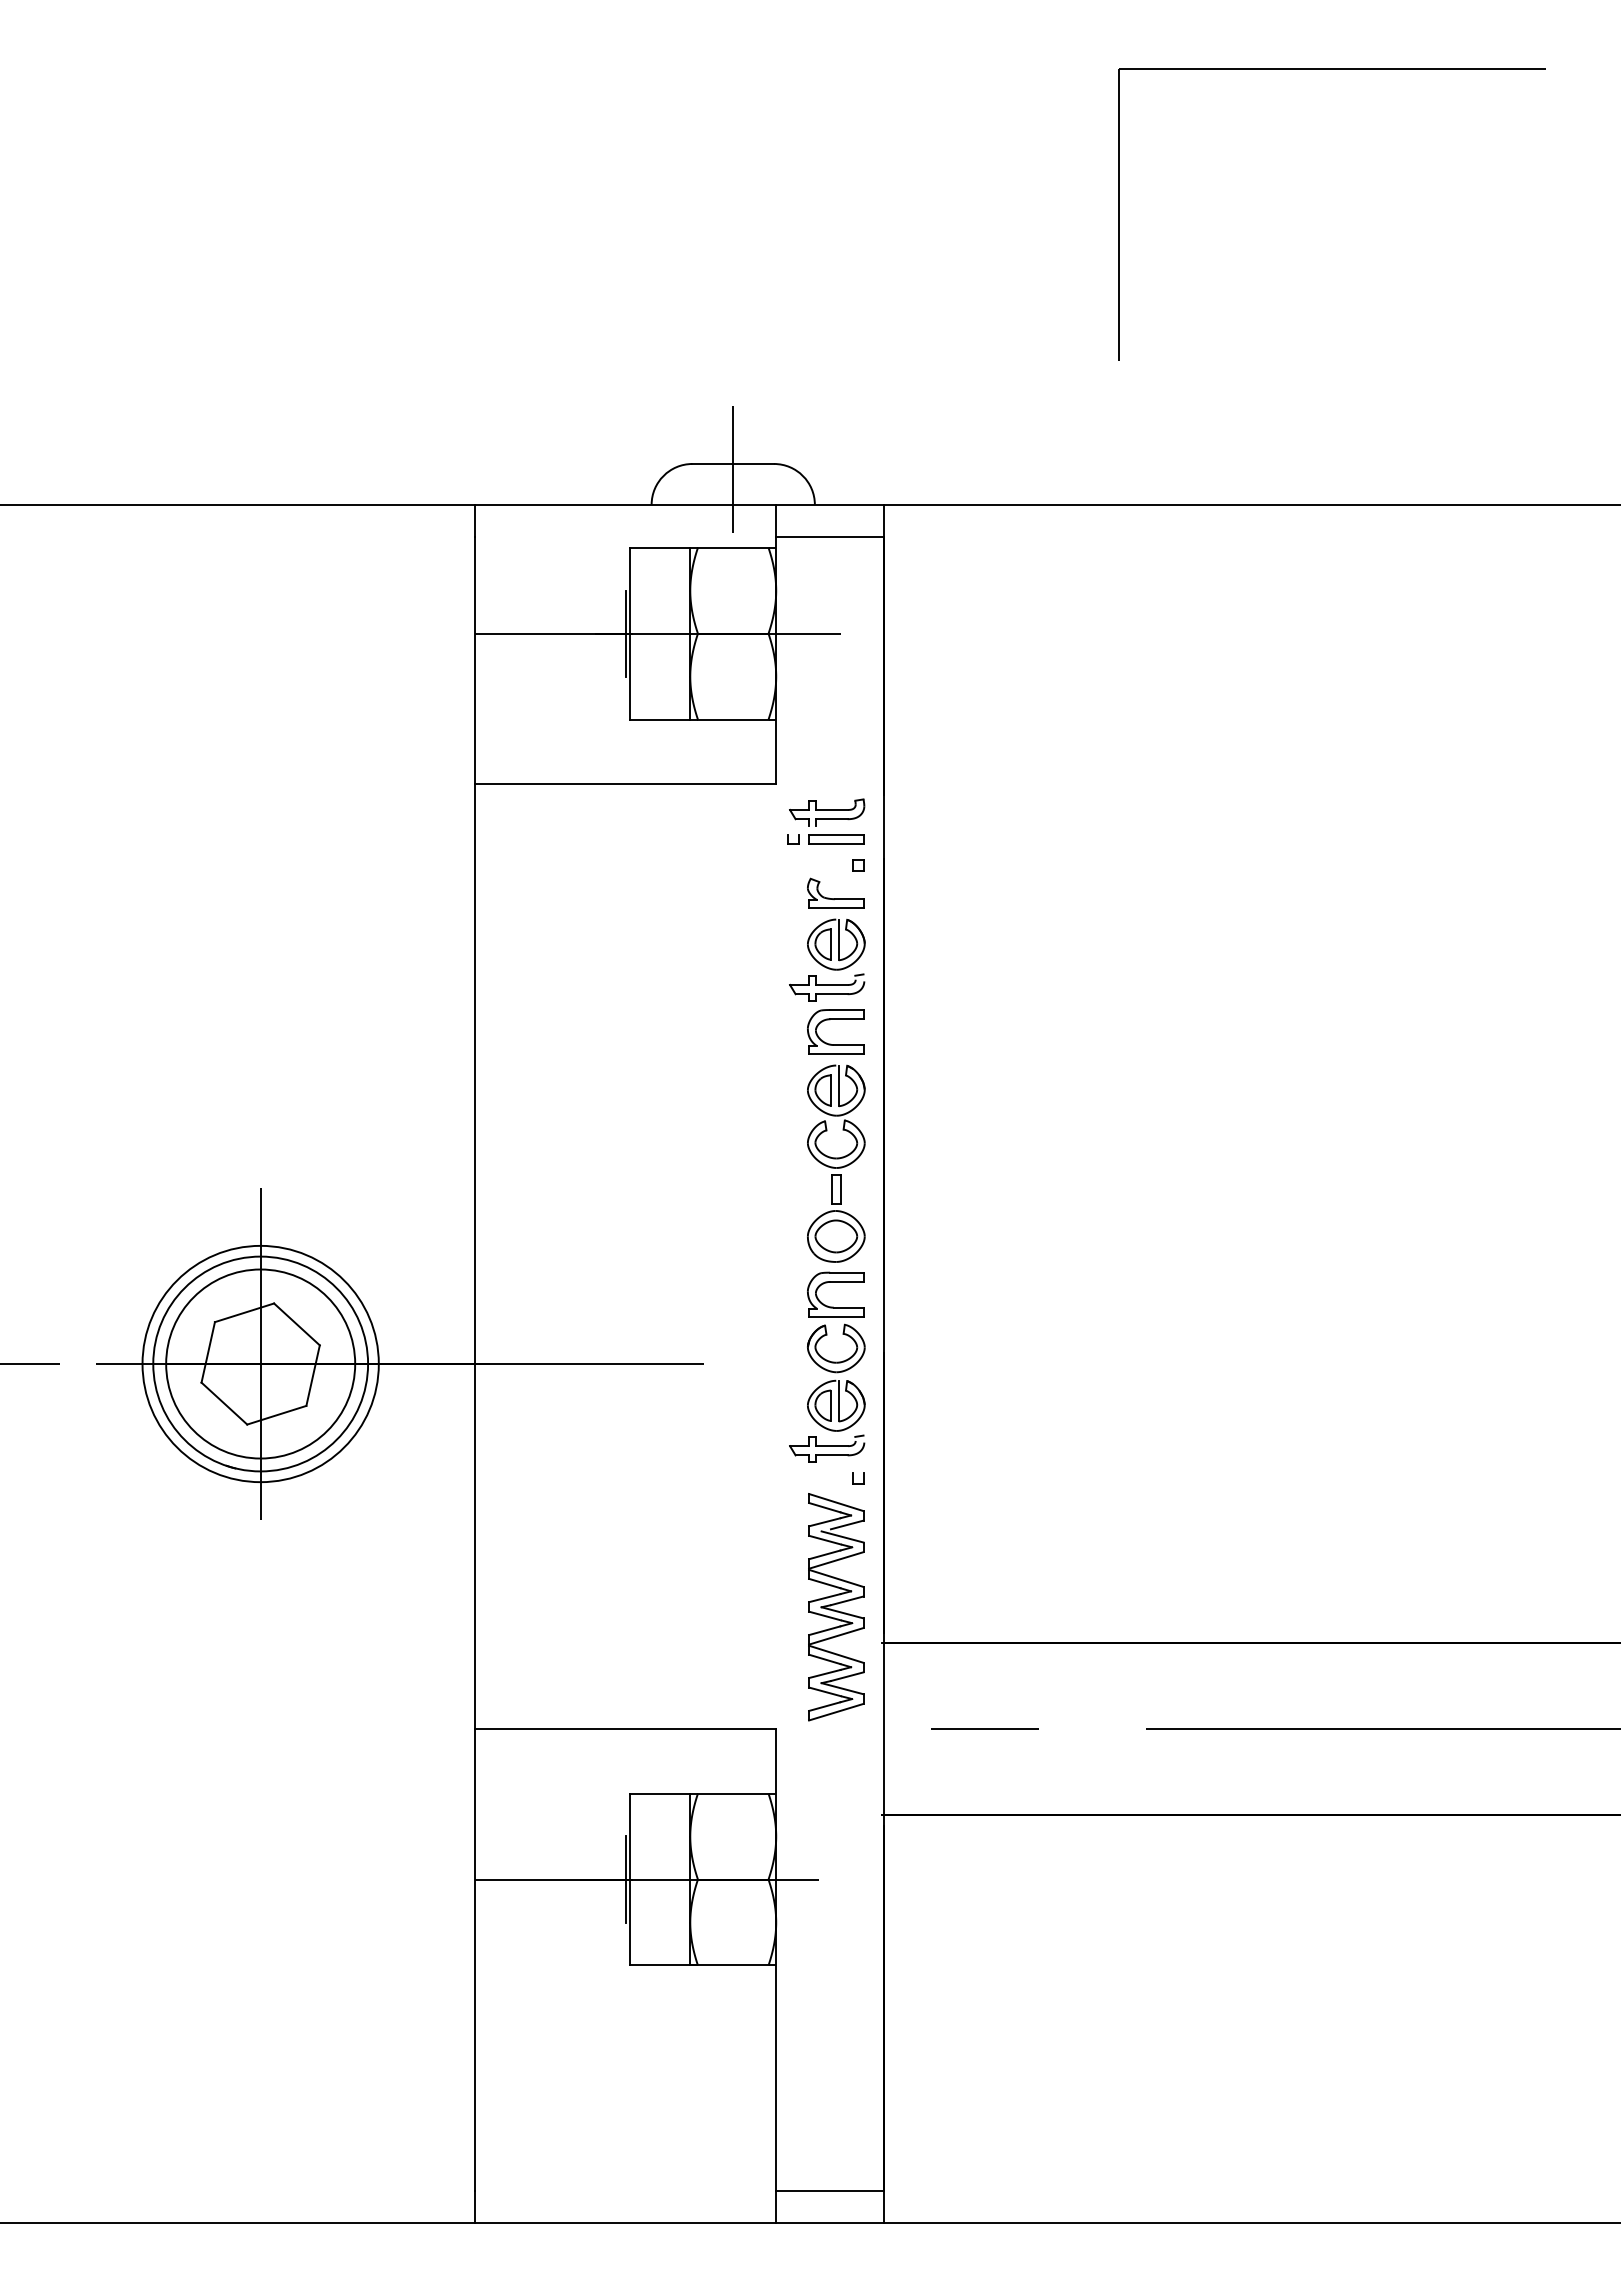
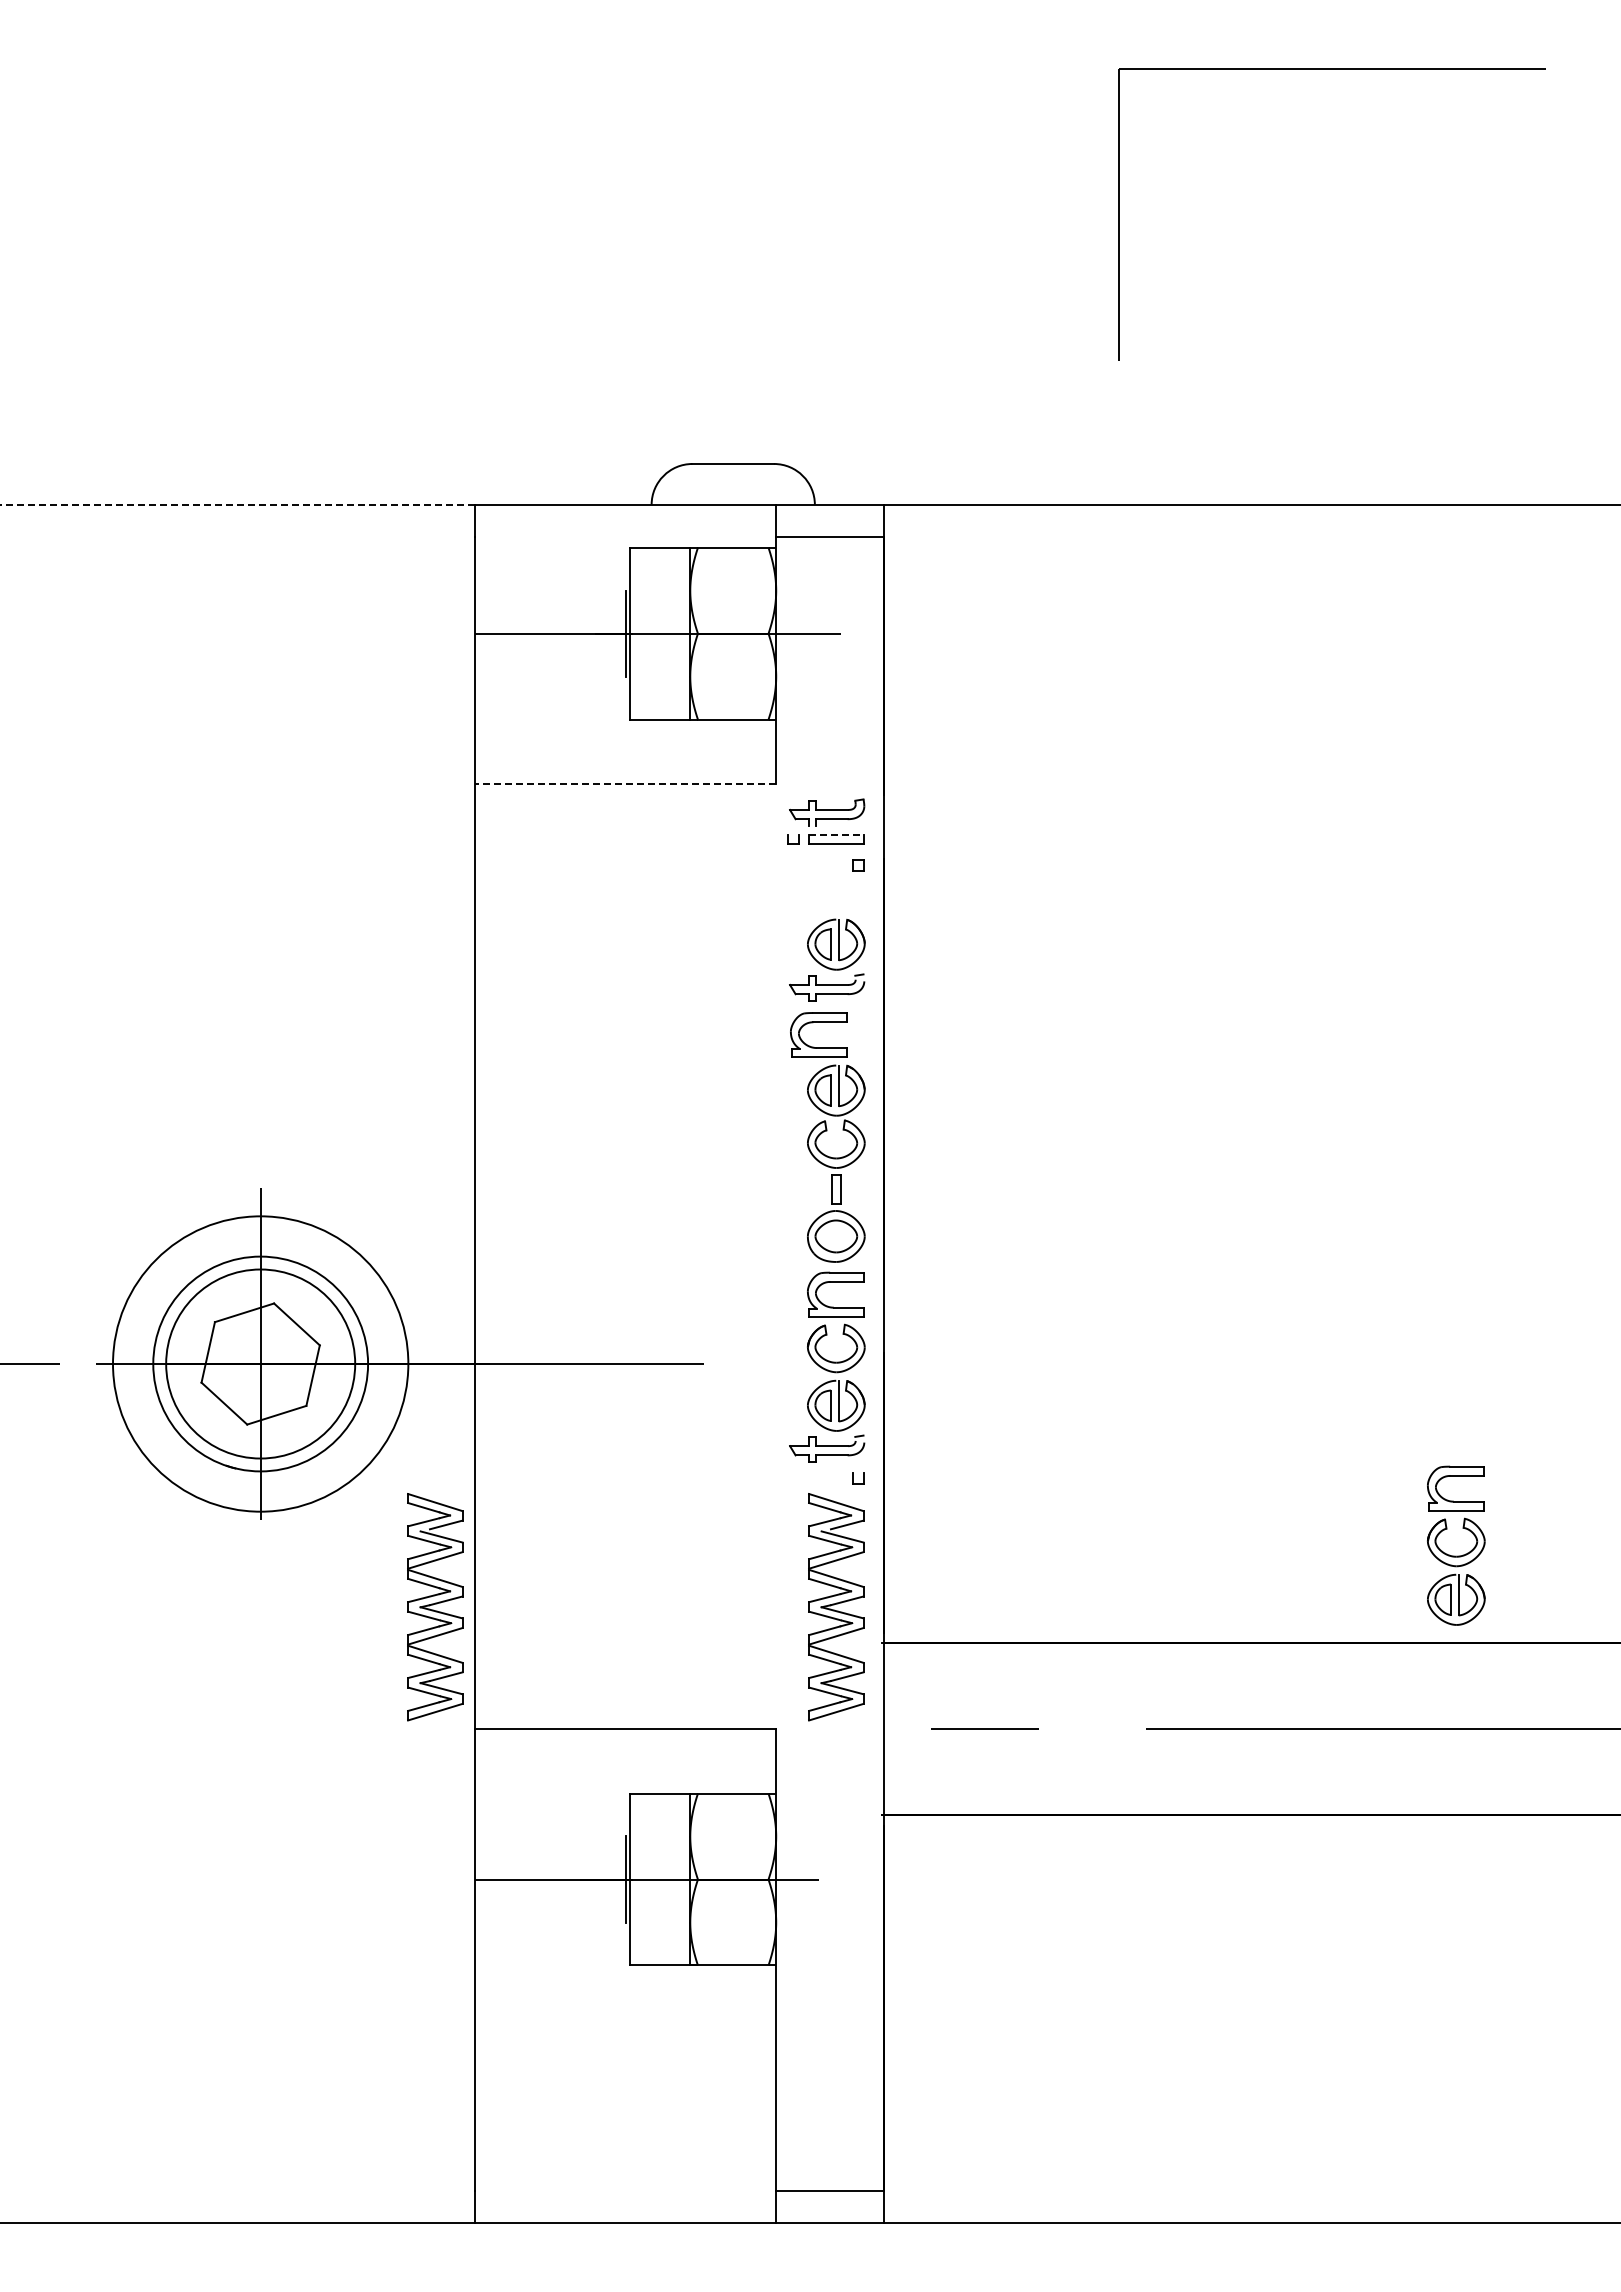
line at (733, 469): present -> none
line at (237, 504): solid -> dashed
line at (625, 784): solid -> dashed
line at (836, 834): solid -> dashed
part at (835, 892): present -> none
part at (835, 1019) position: (835, 1019) -> (818, 1022)
circle at (260, 1363) diameter: 236 px -> 295 px
part at (1456, 1555): none -> present
part at (435, 1607): none -> present
